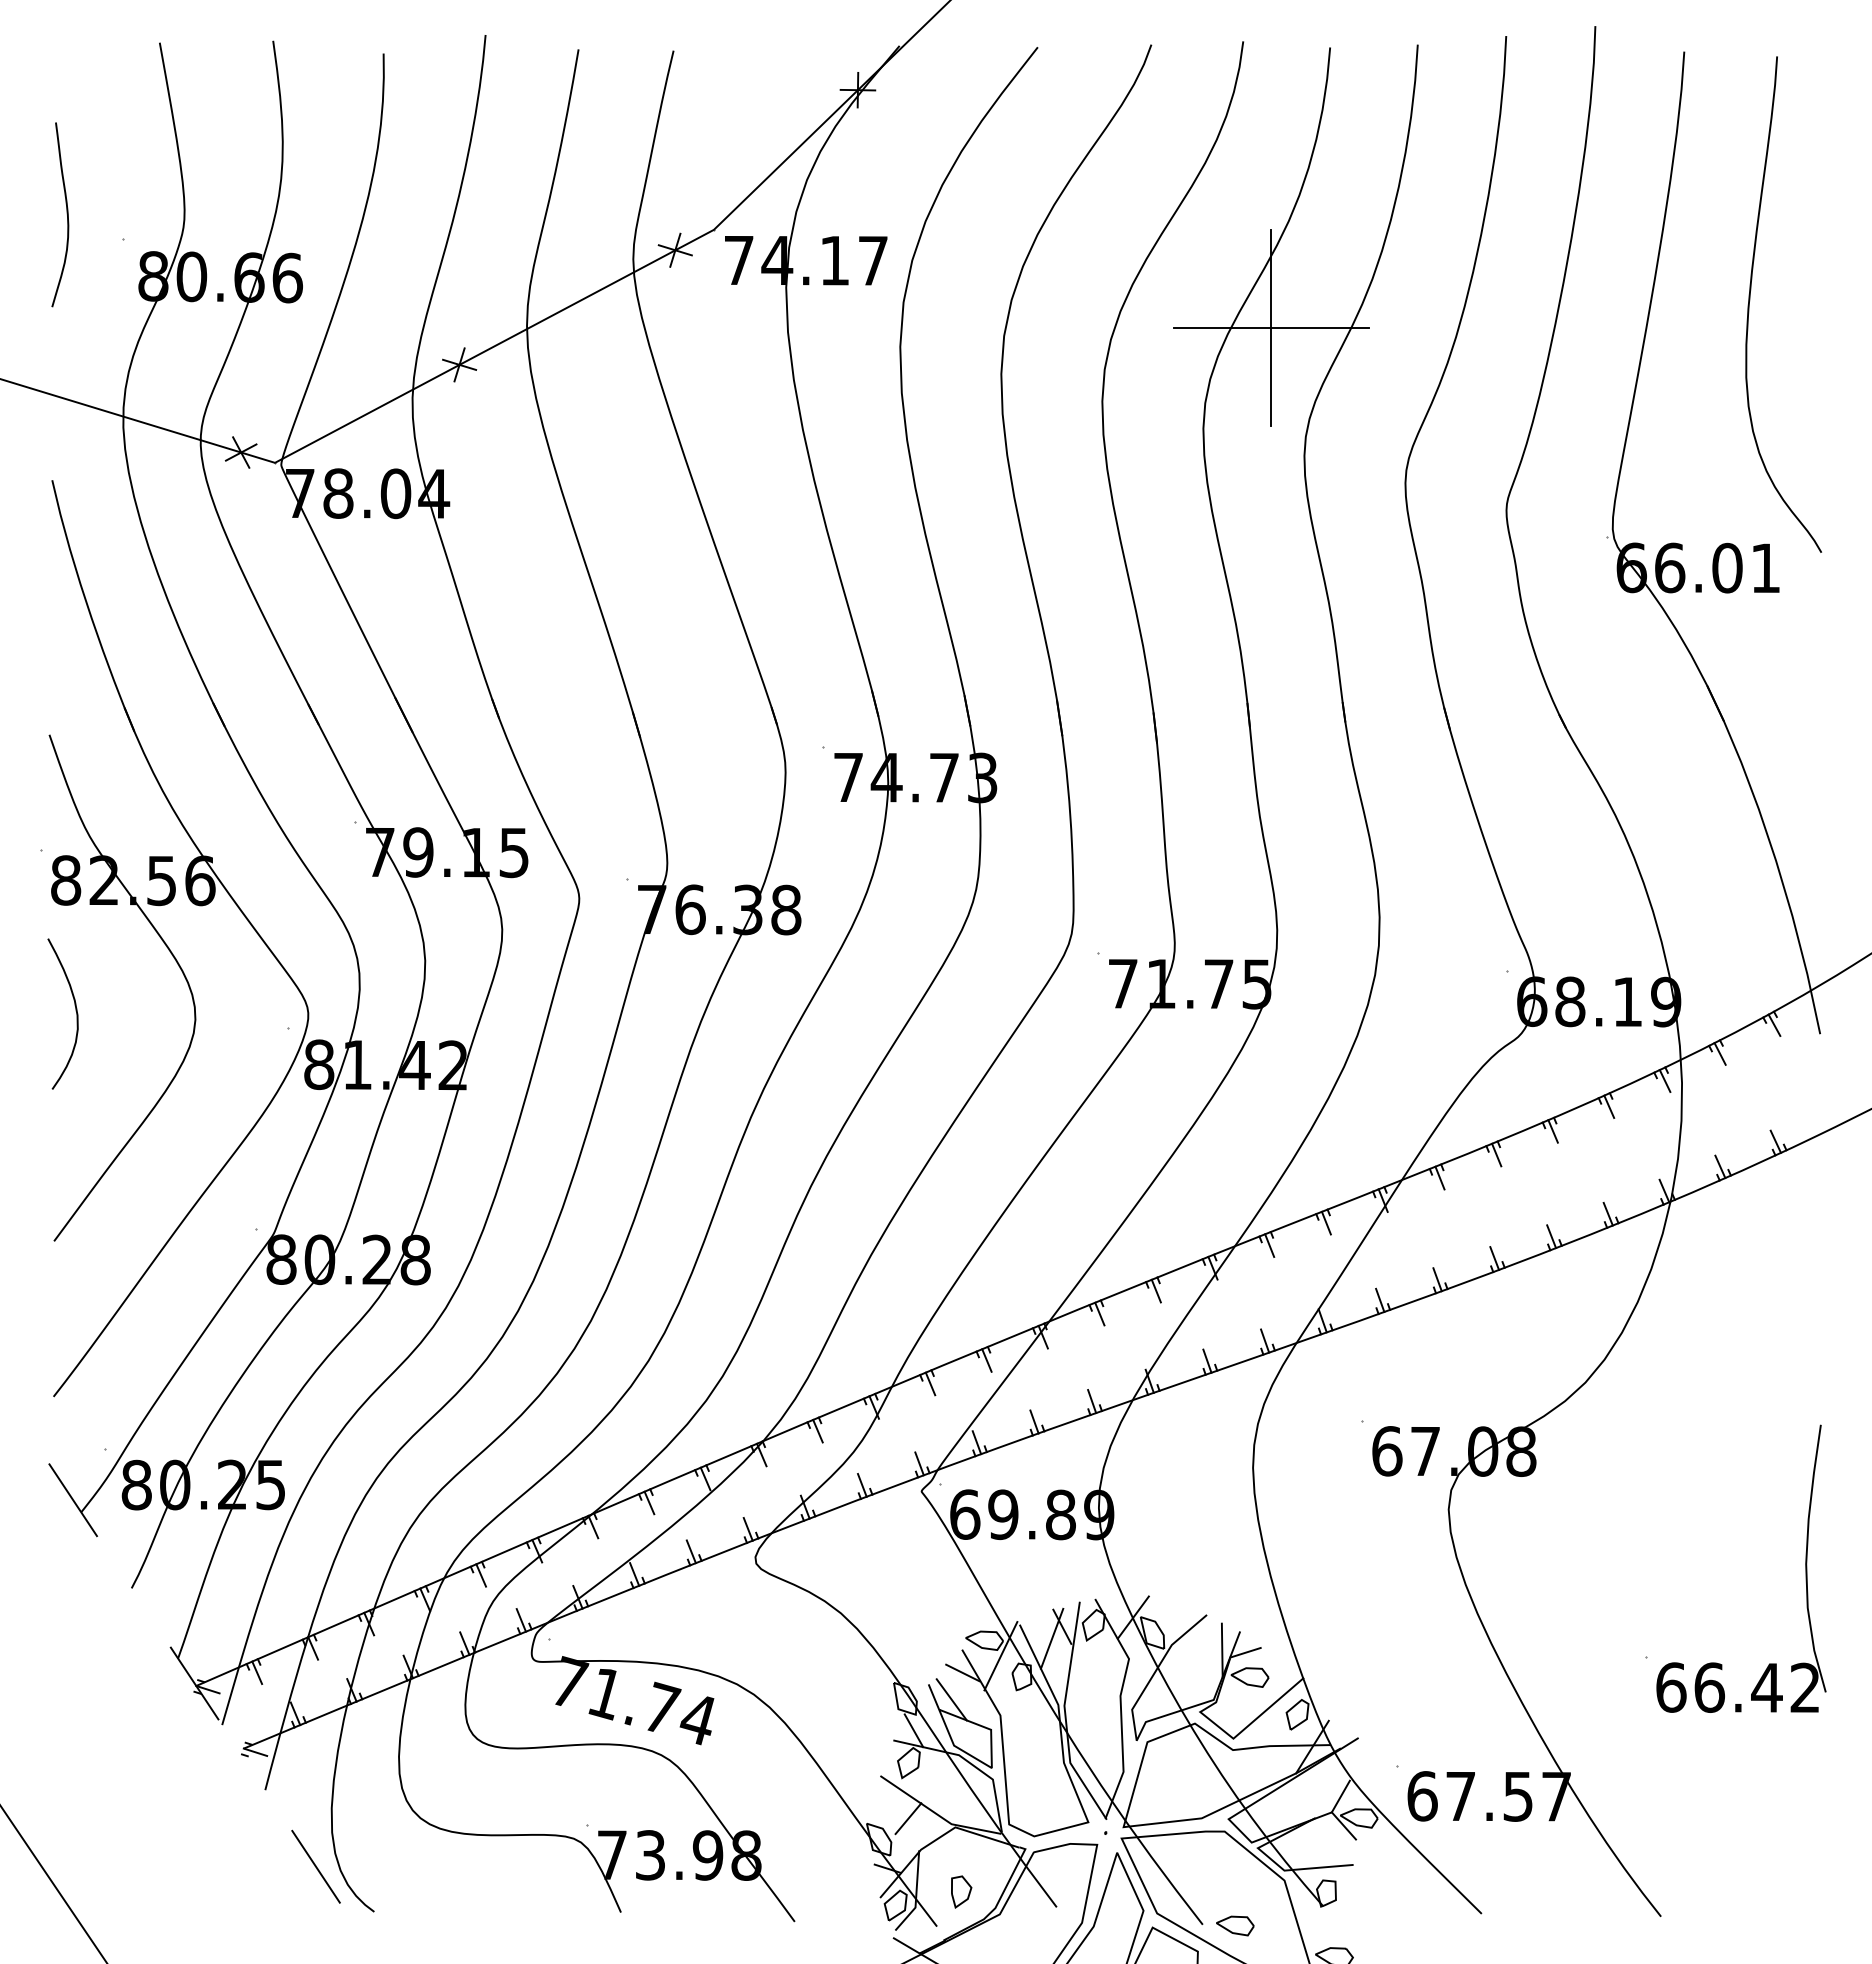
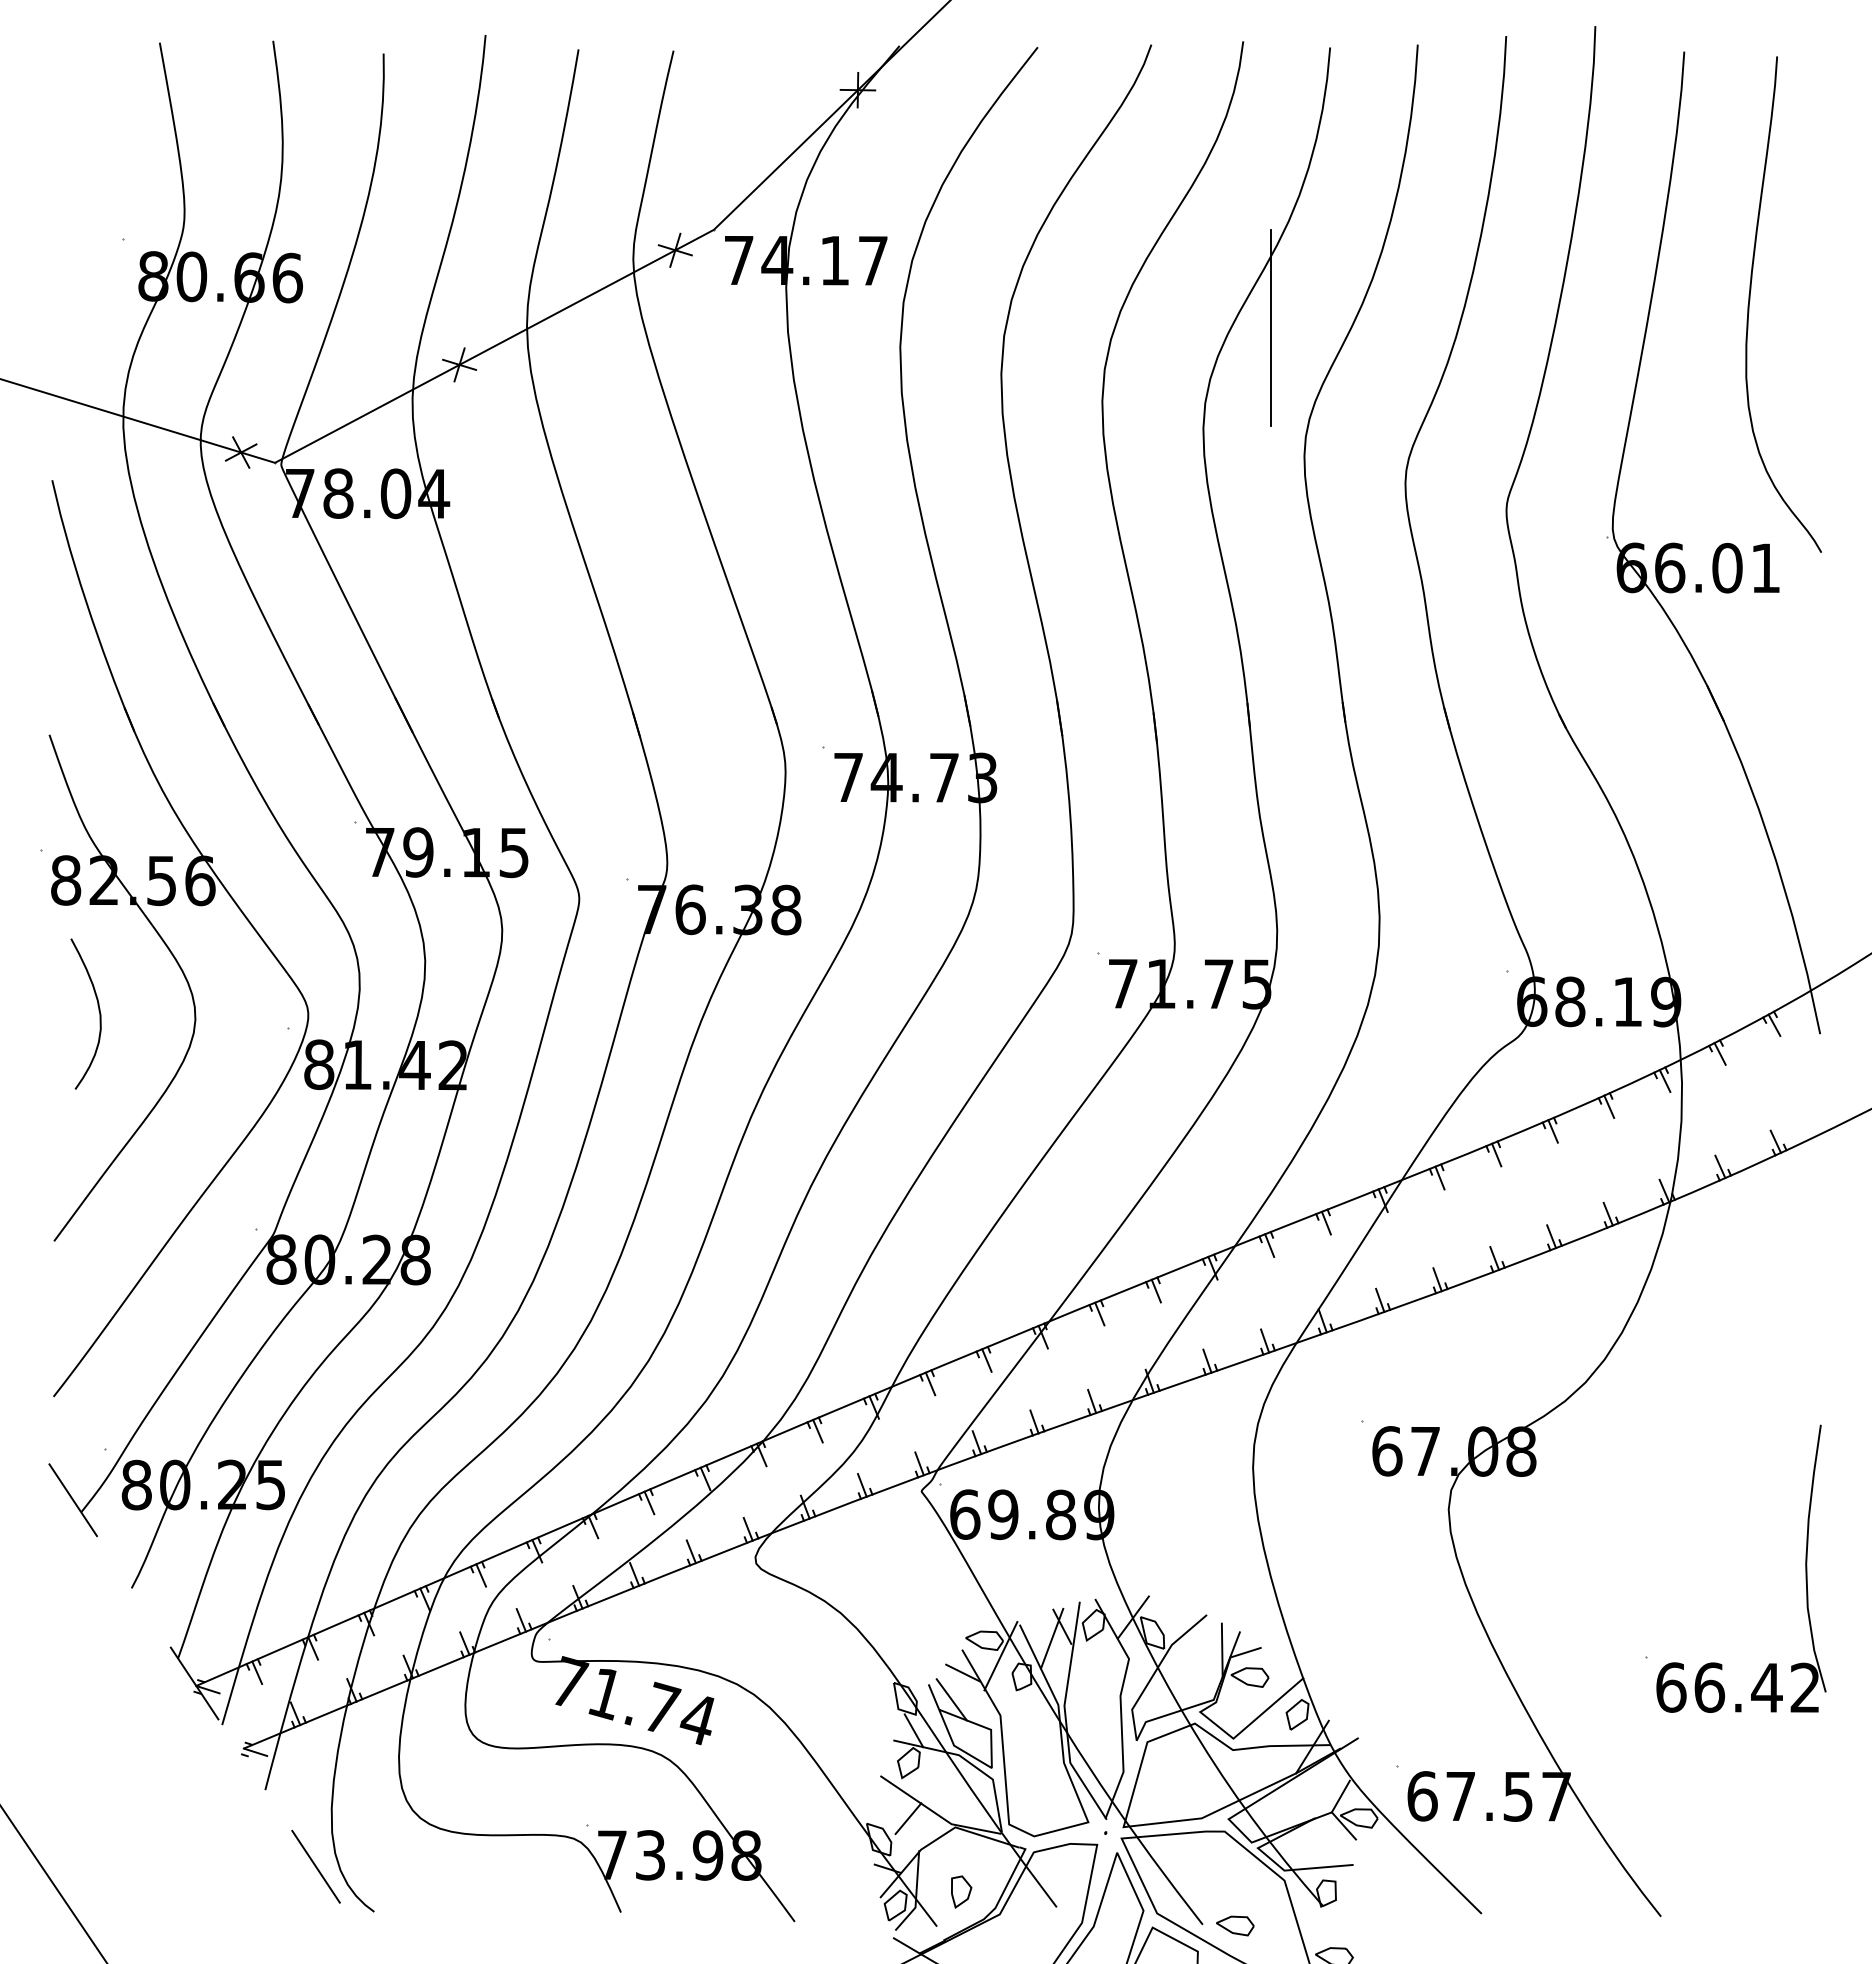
curve at (66, 214): present -> none
line at (1271, 328): present -> none
curve at (75, 1011) position: (75, 1011) -> (98, 1011)
